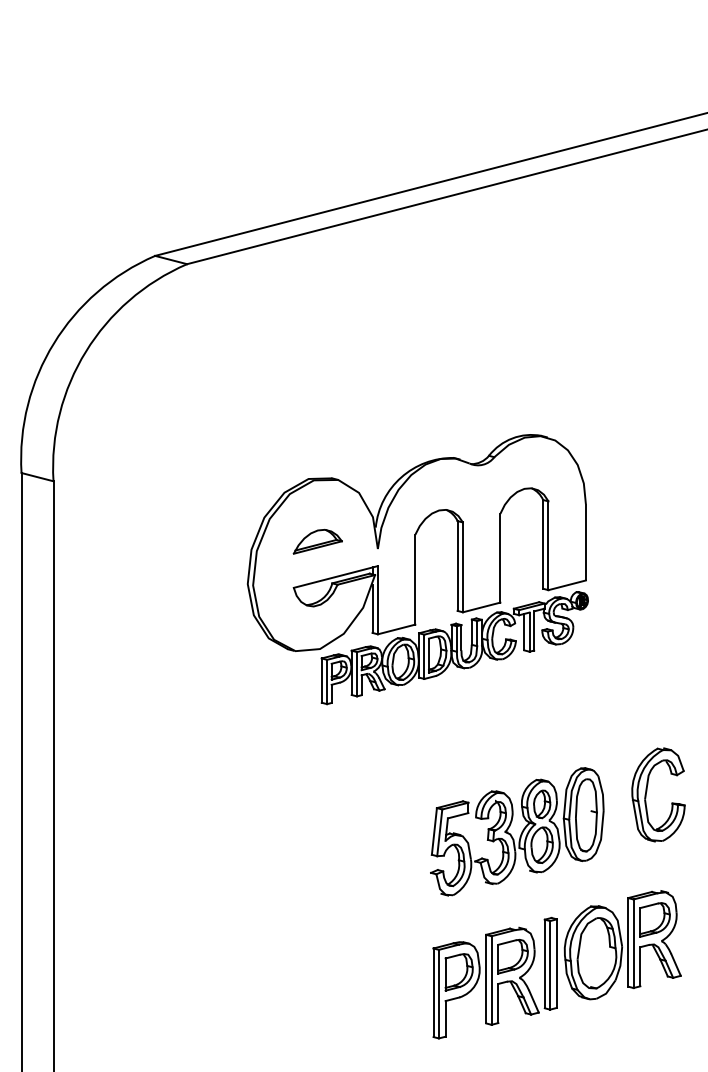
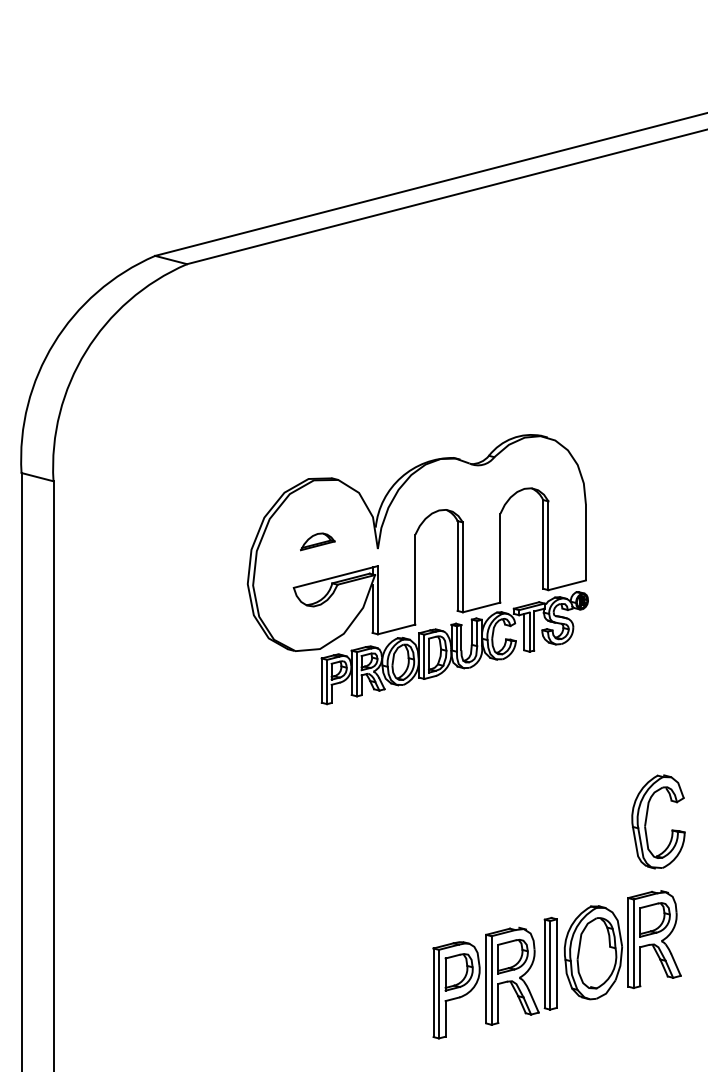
part at (317, 541) size: 51x26 px -> 36x20 px
part at (647, 791) position: (647, 791) -> (647, 818)
part at (517, 831): present -> none
